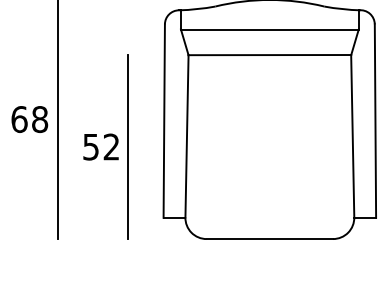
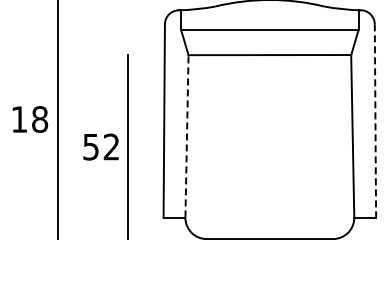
text at (19, 119): 68 -> 18
line at (375, 121): solid -> dashed
line at (187, 135): solid -> dashed
